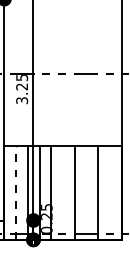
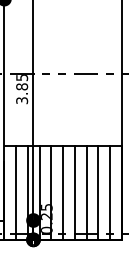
text at (22, 86): 3.25 -> 3.85
line at (16, 192): dashed -> solid
line at (63, 192): none -> present
line at (86, 192): none -> present
line at (110, 192): none -> present
